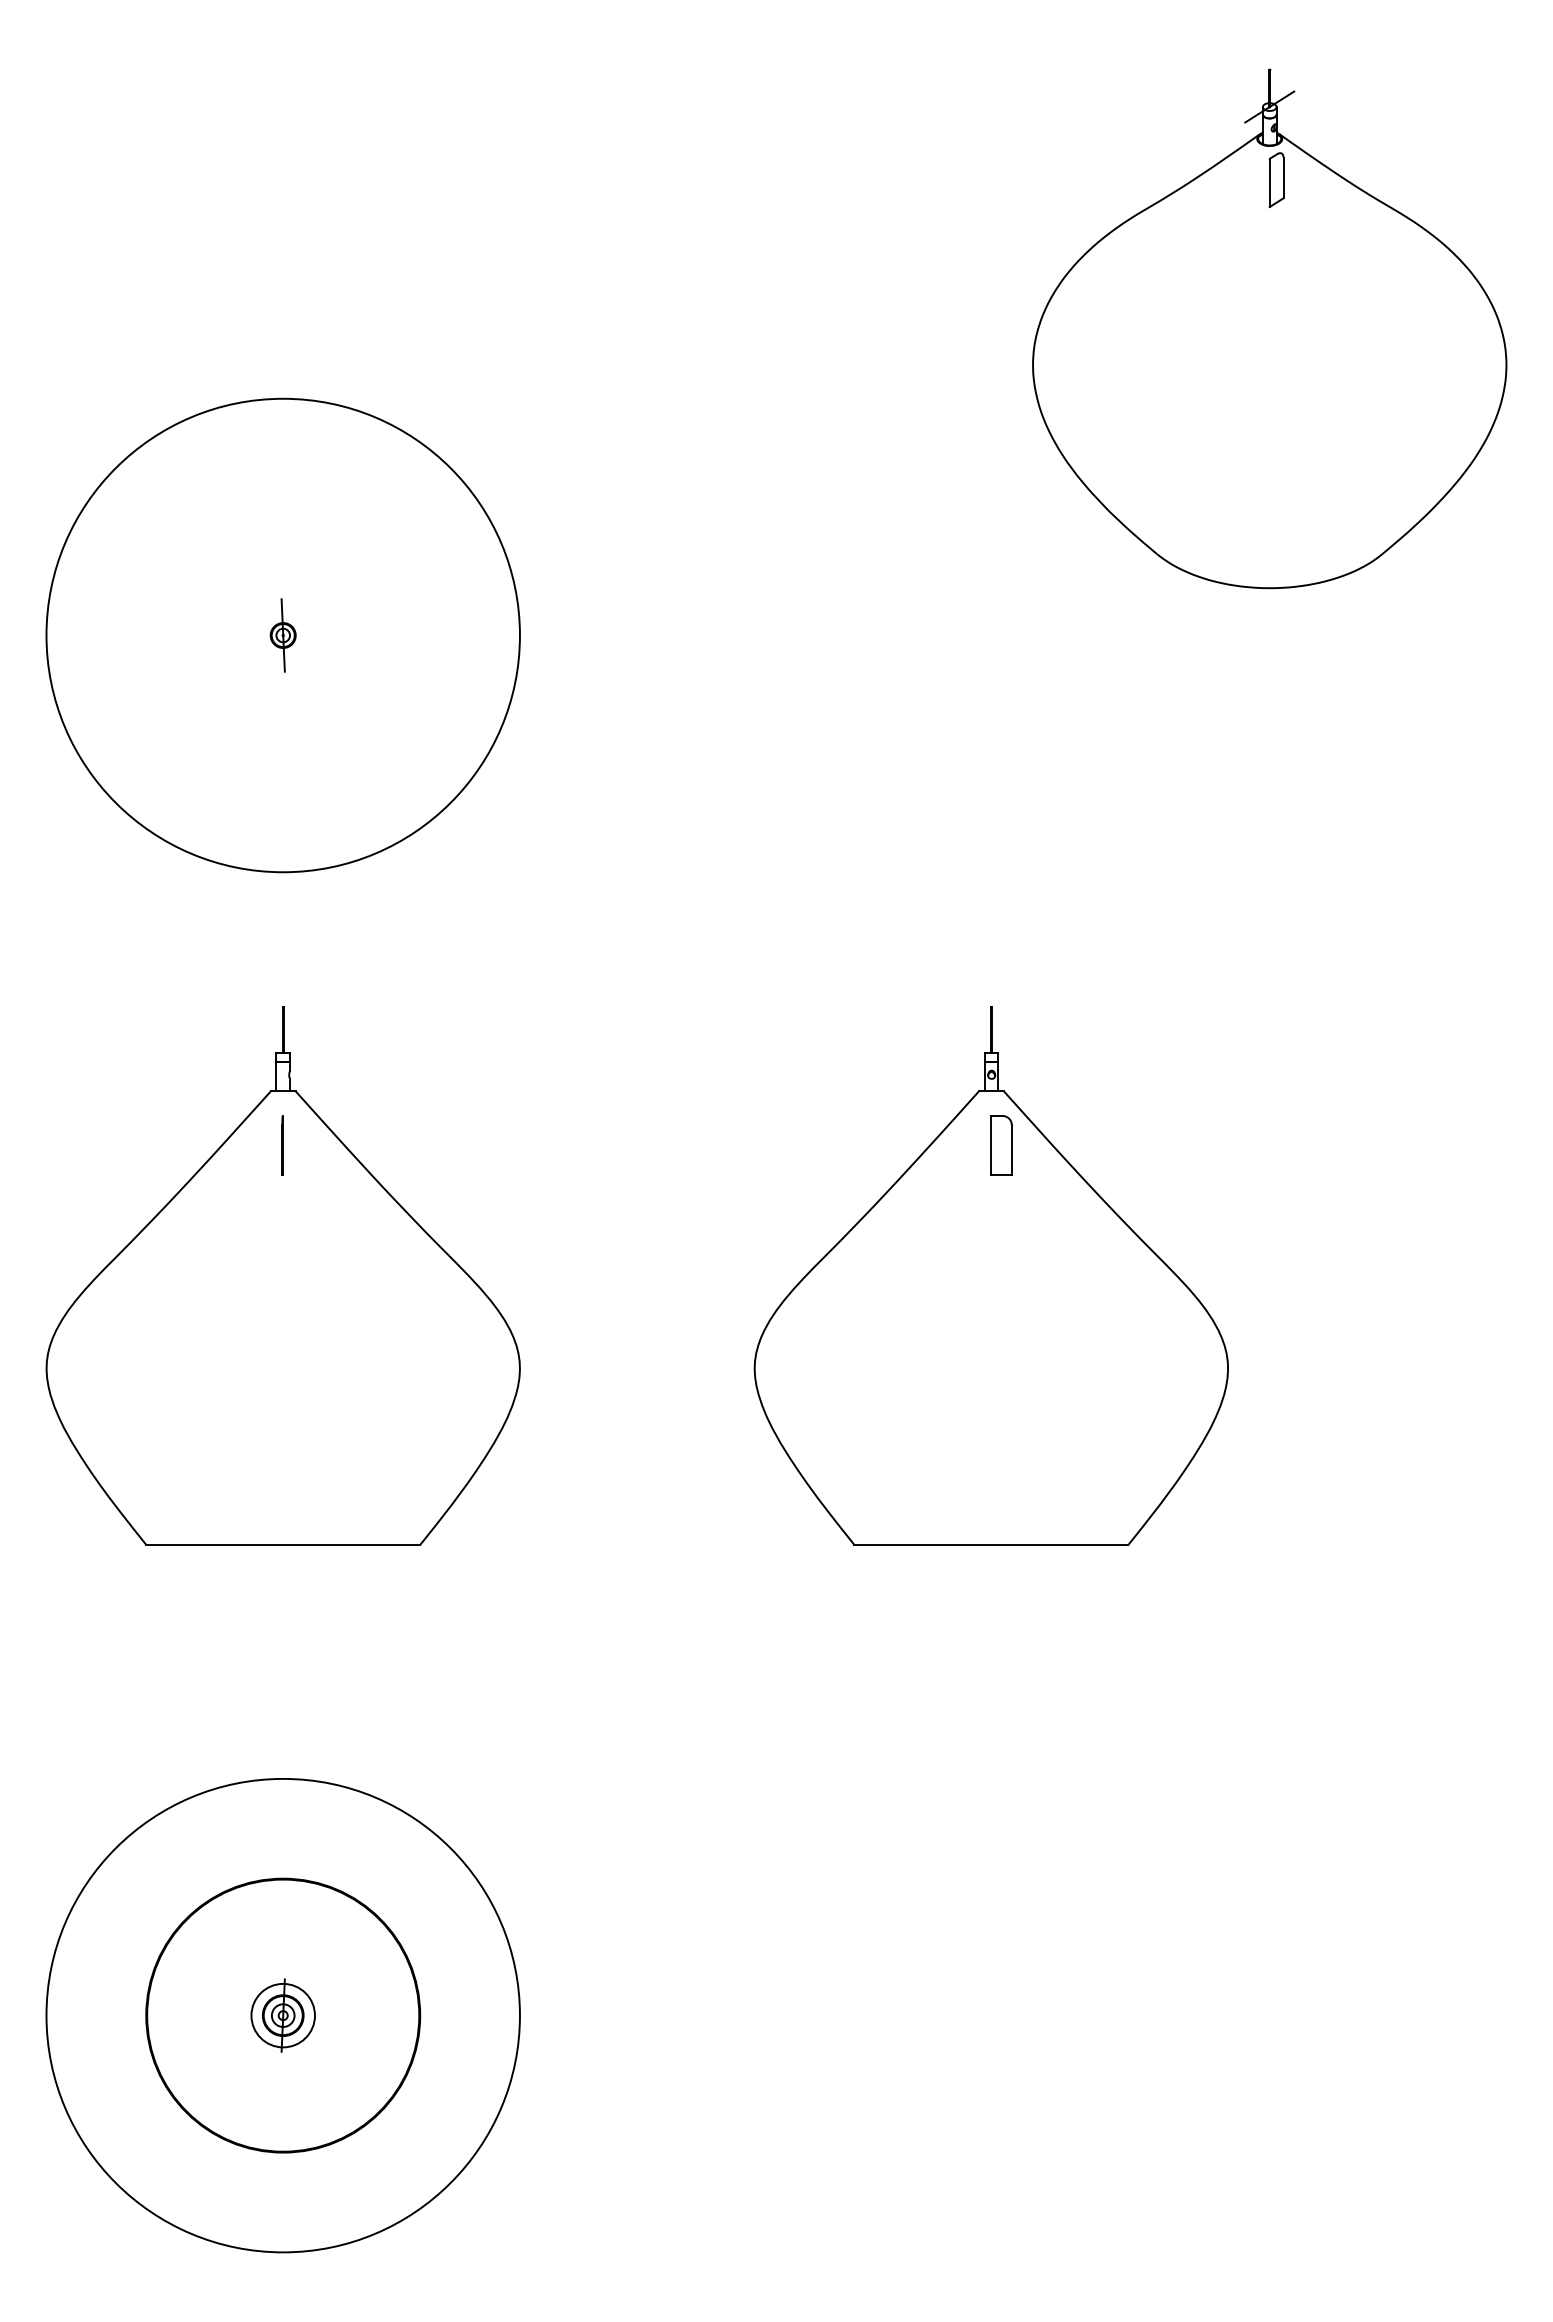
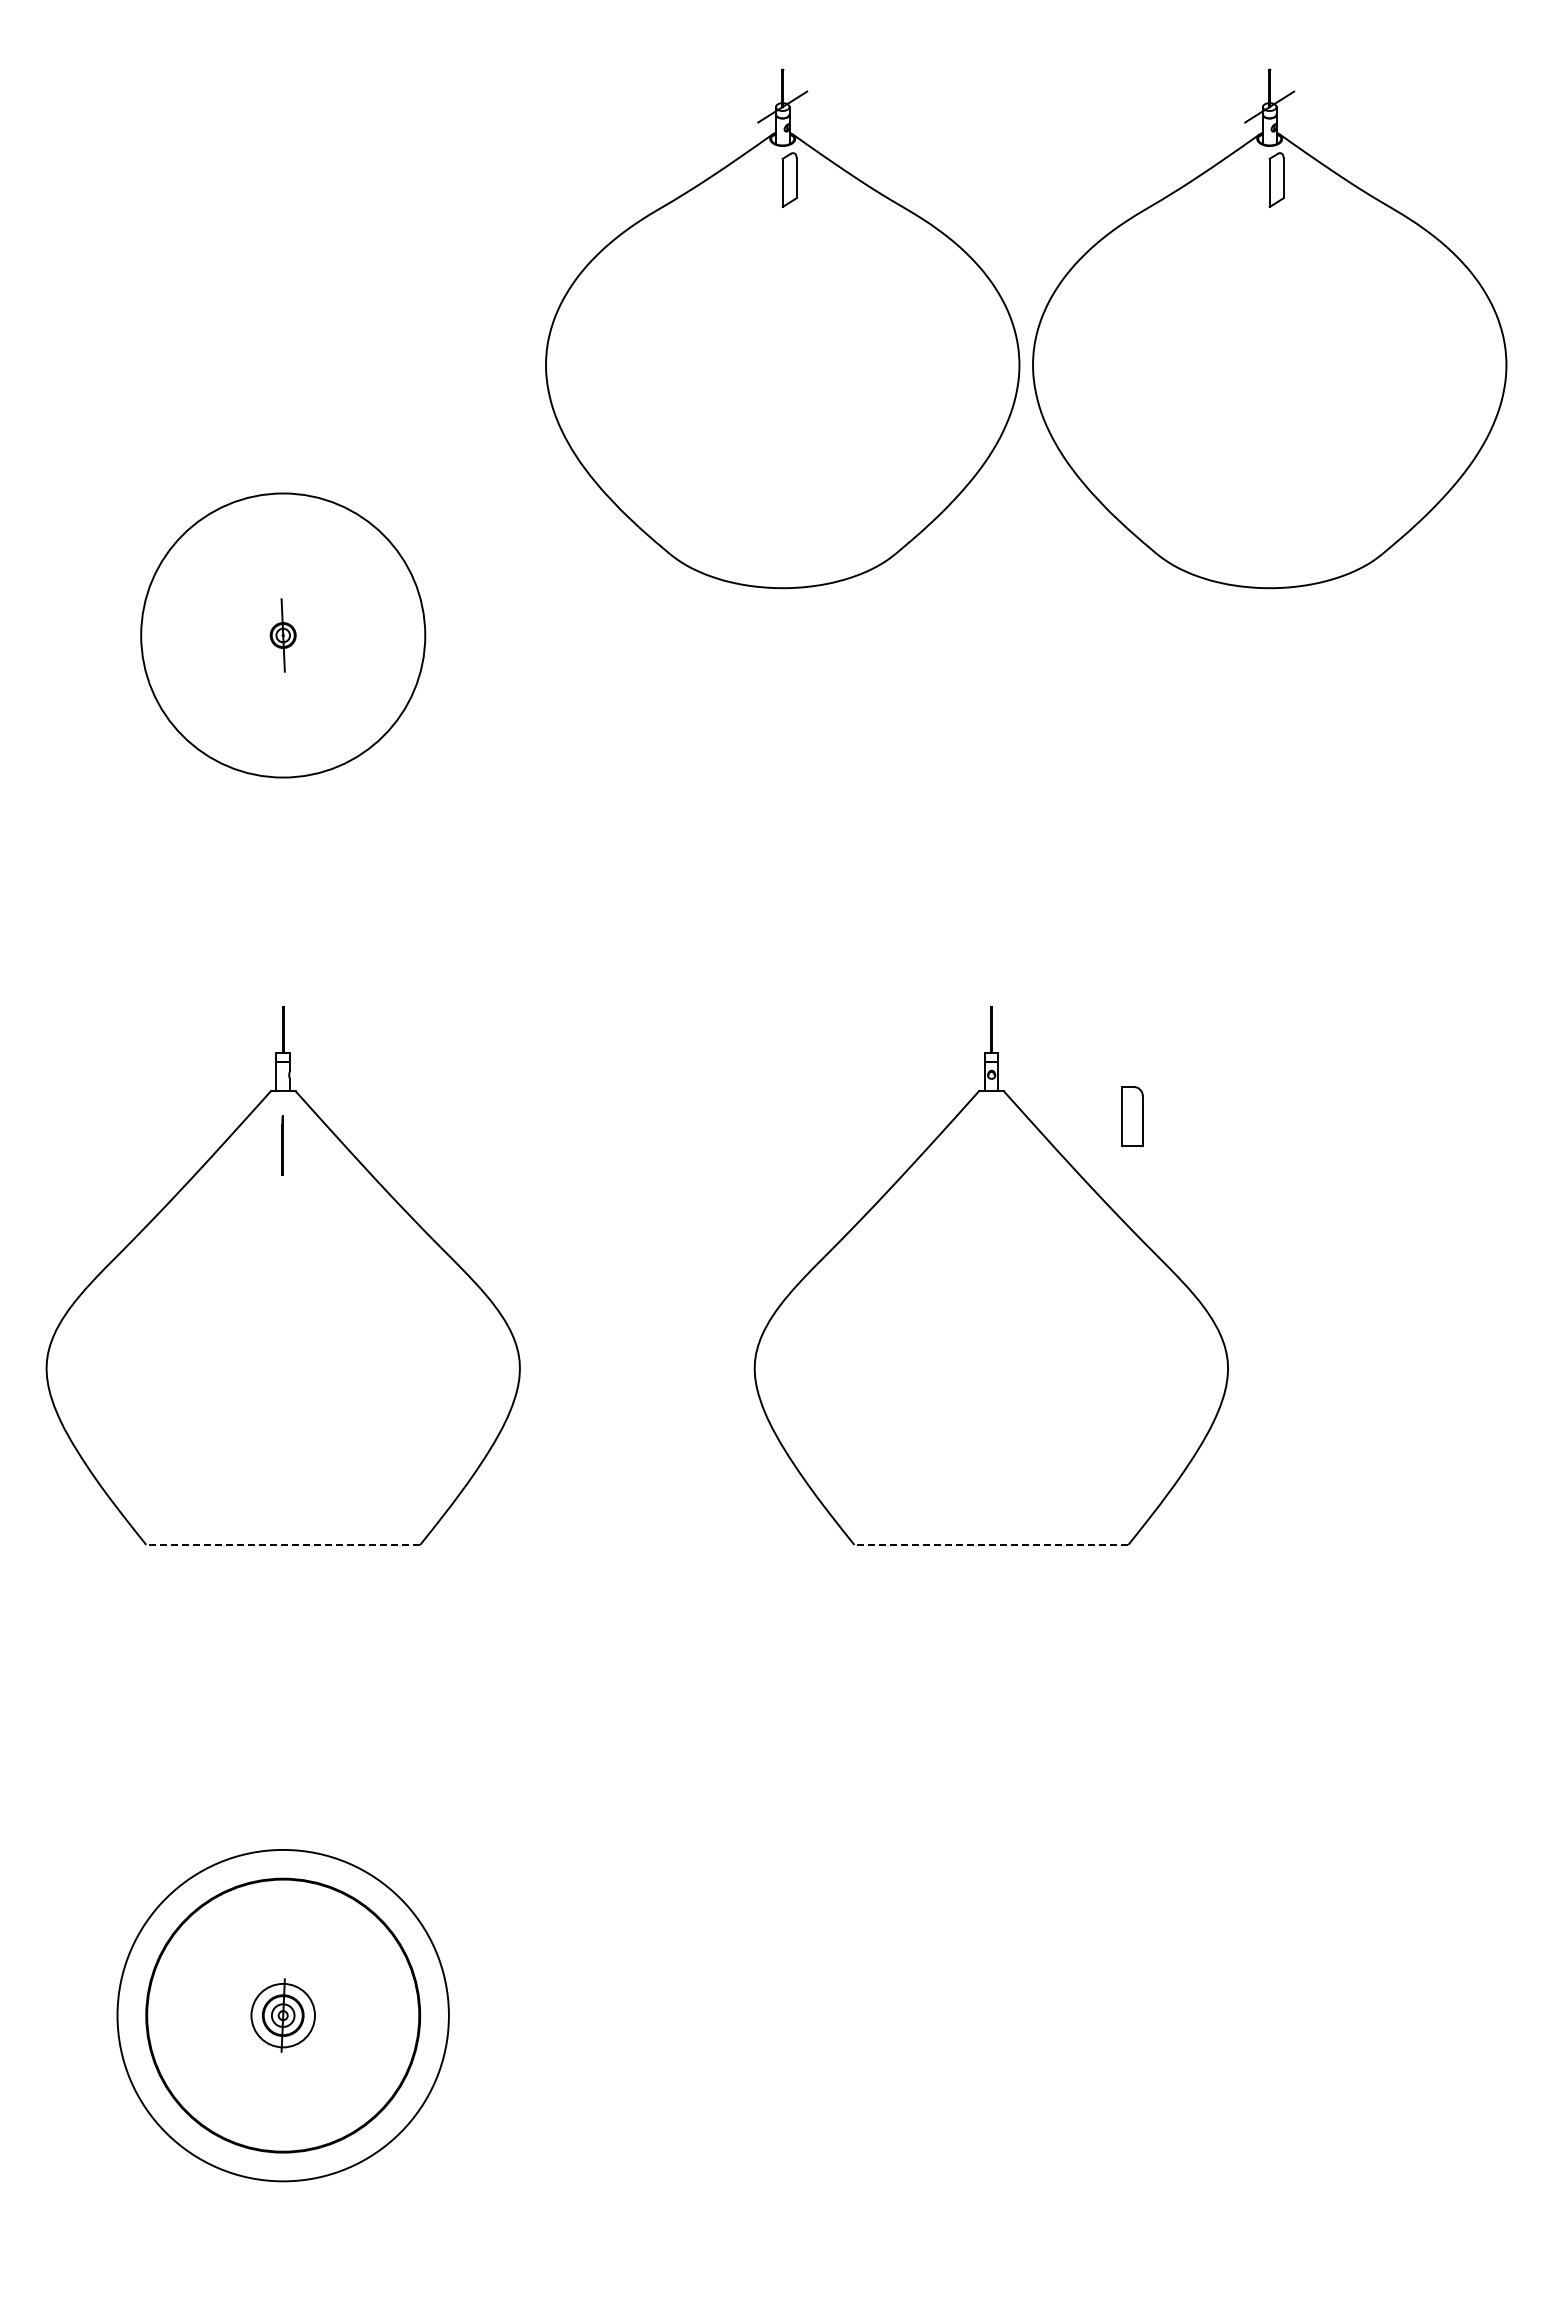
part at (782, 328): none -> present
circle at (282, 635) diameter: 473 px -> 284 px
part at (1001, 1145) position: (1001, 1145) -> (1132, 1116)
line at (282, 1544): solid -> dashed
line at (991, 1544): solid -> dashed
circle at (282, 2015) diameter: 473 px -> 331 px
